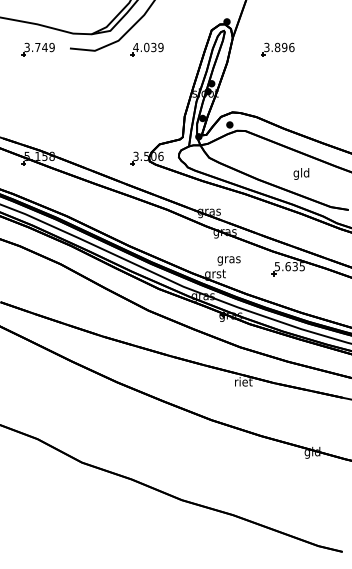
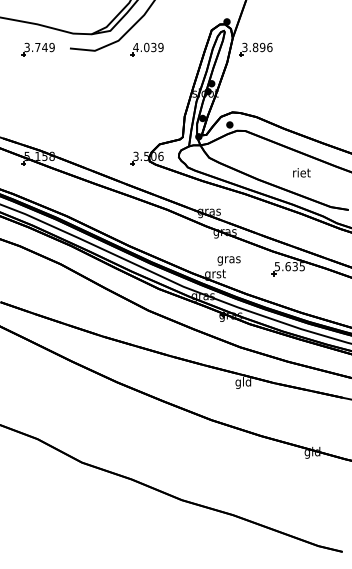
part at (277, 49) position: (277, 49) -> (255, 49)
text at (301, 173): gld -> riet
text at (243, 382): riet -> gld
